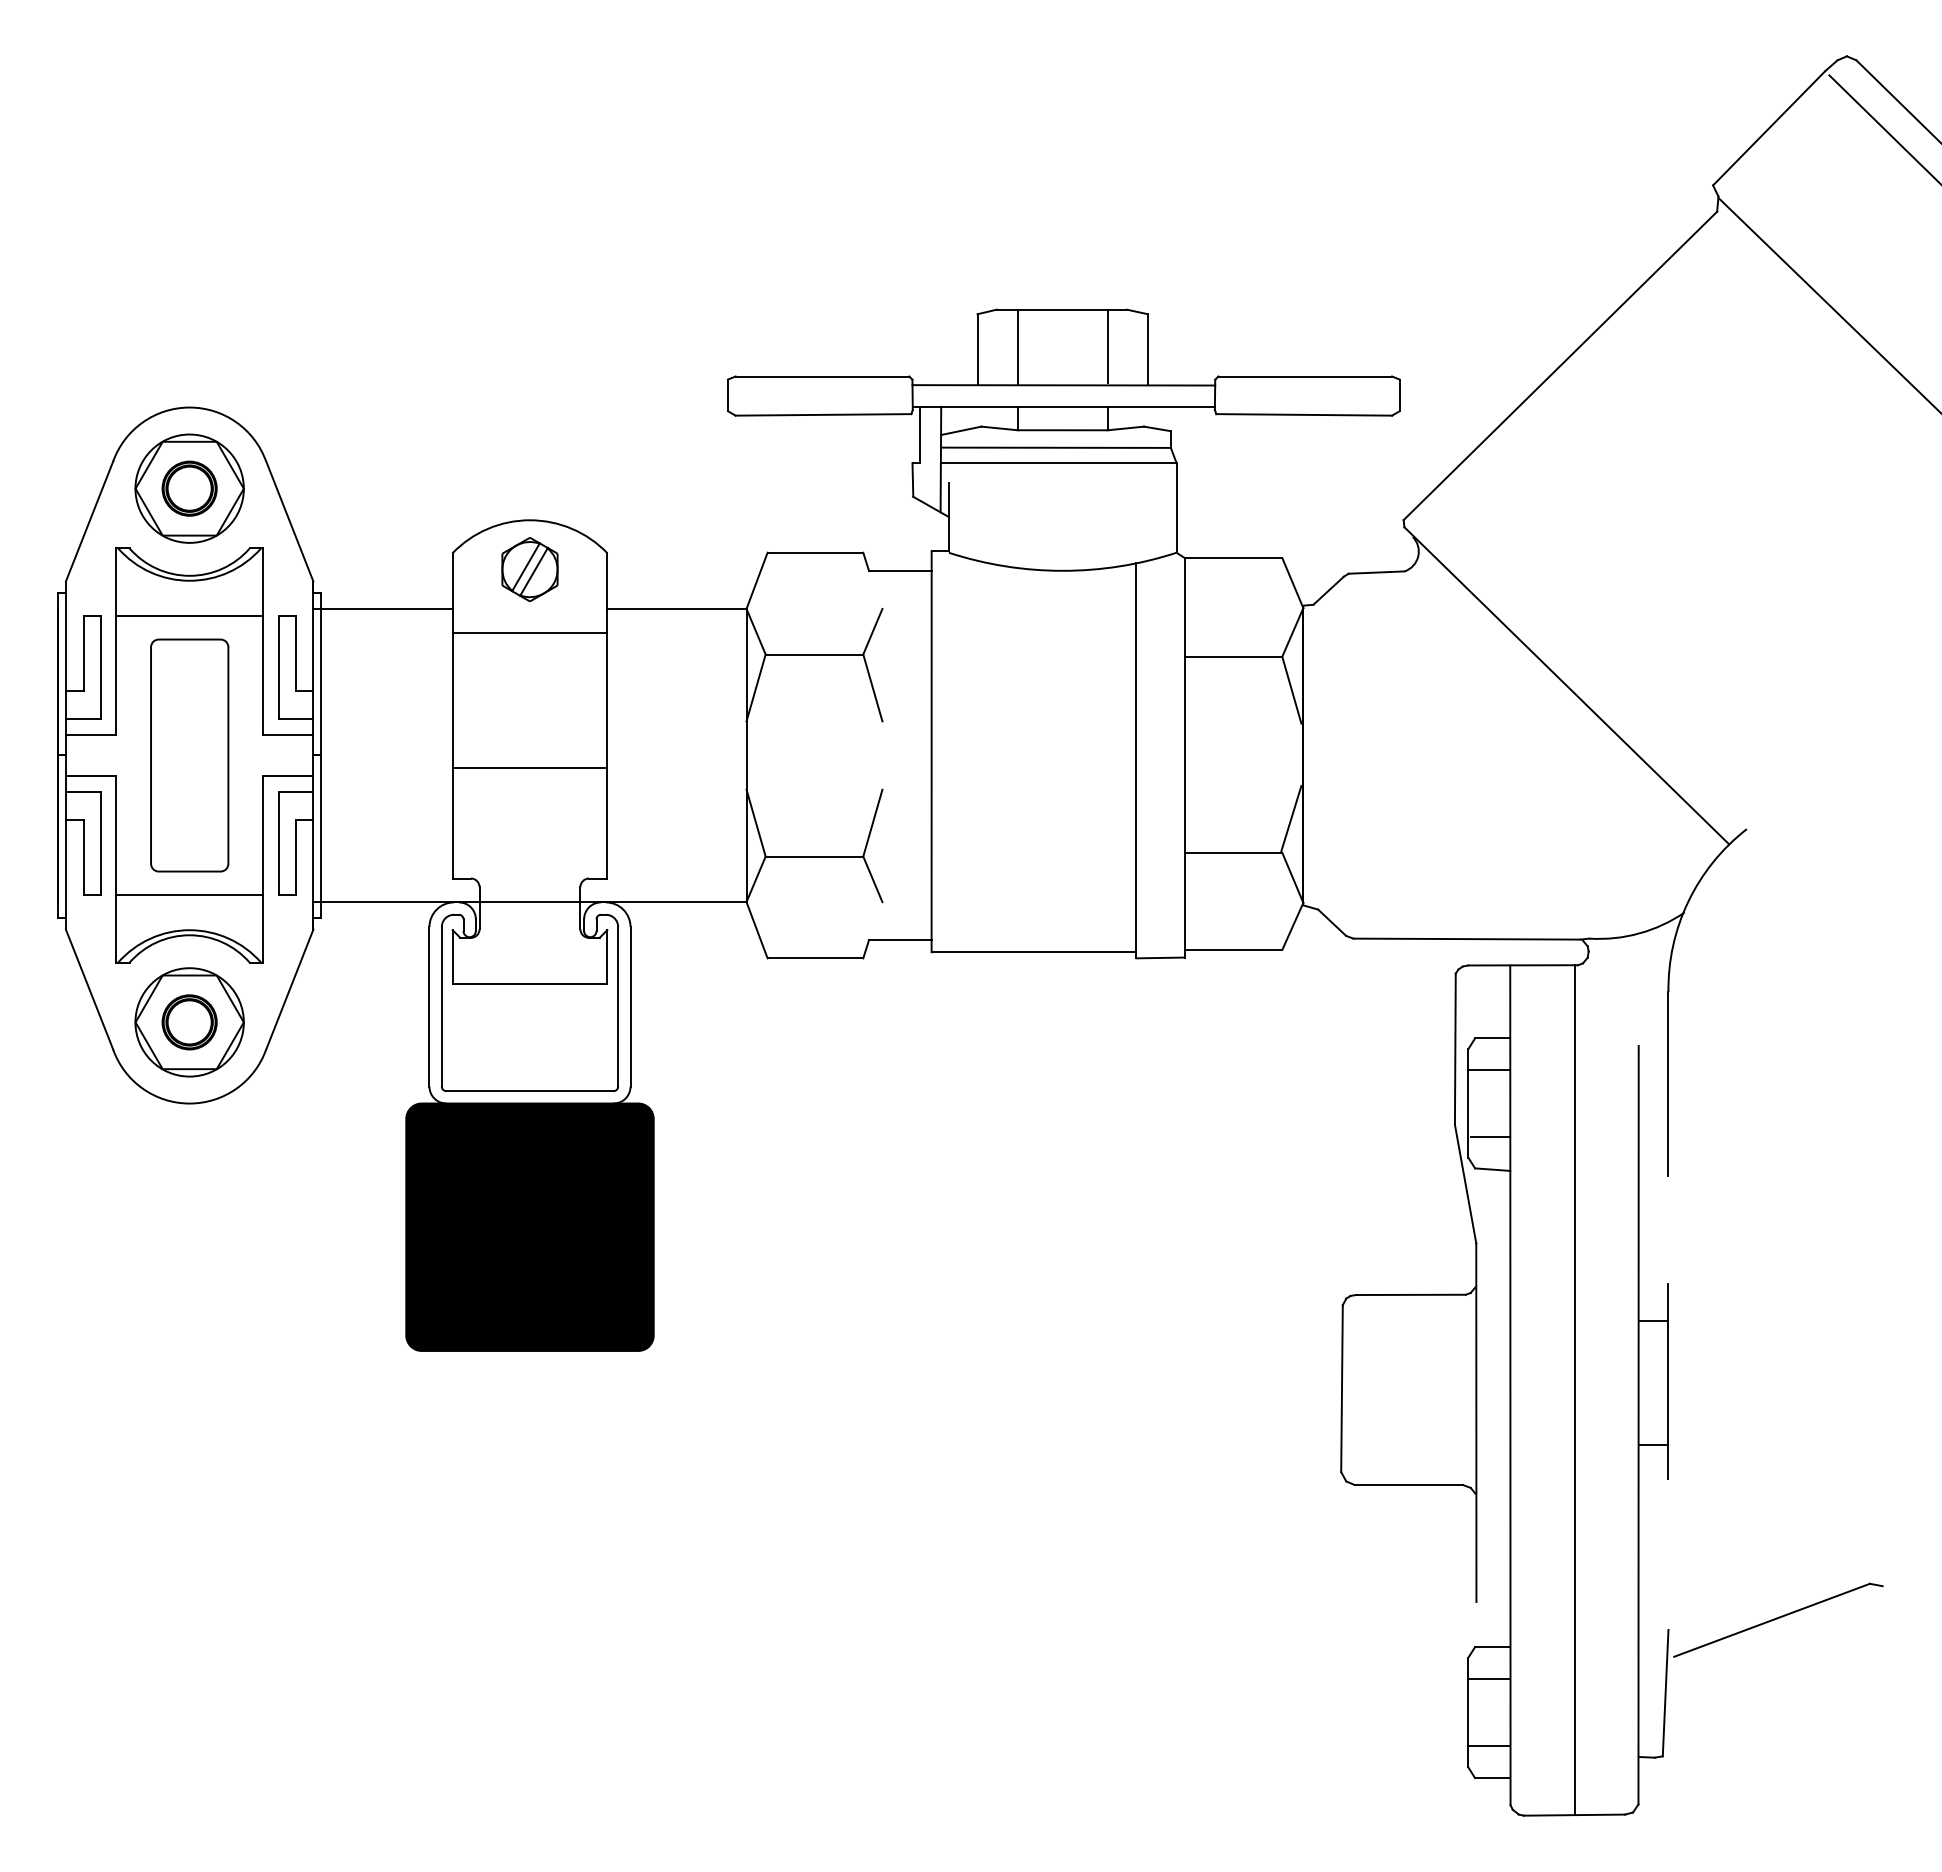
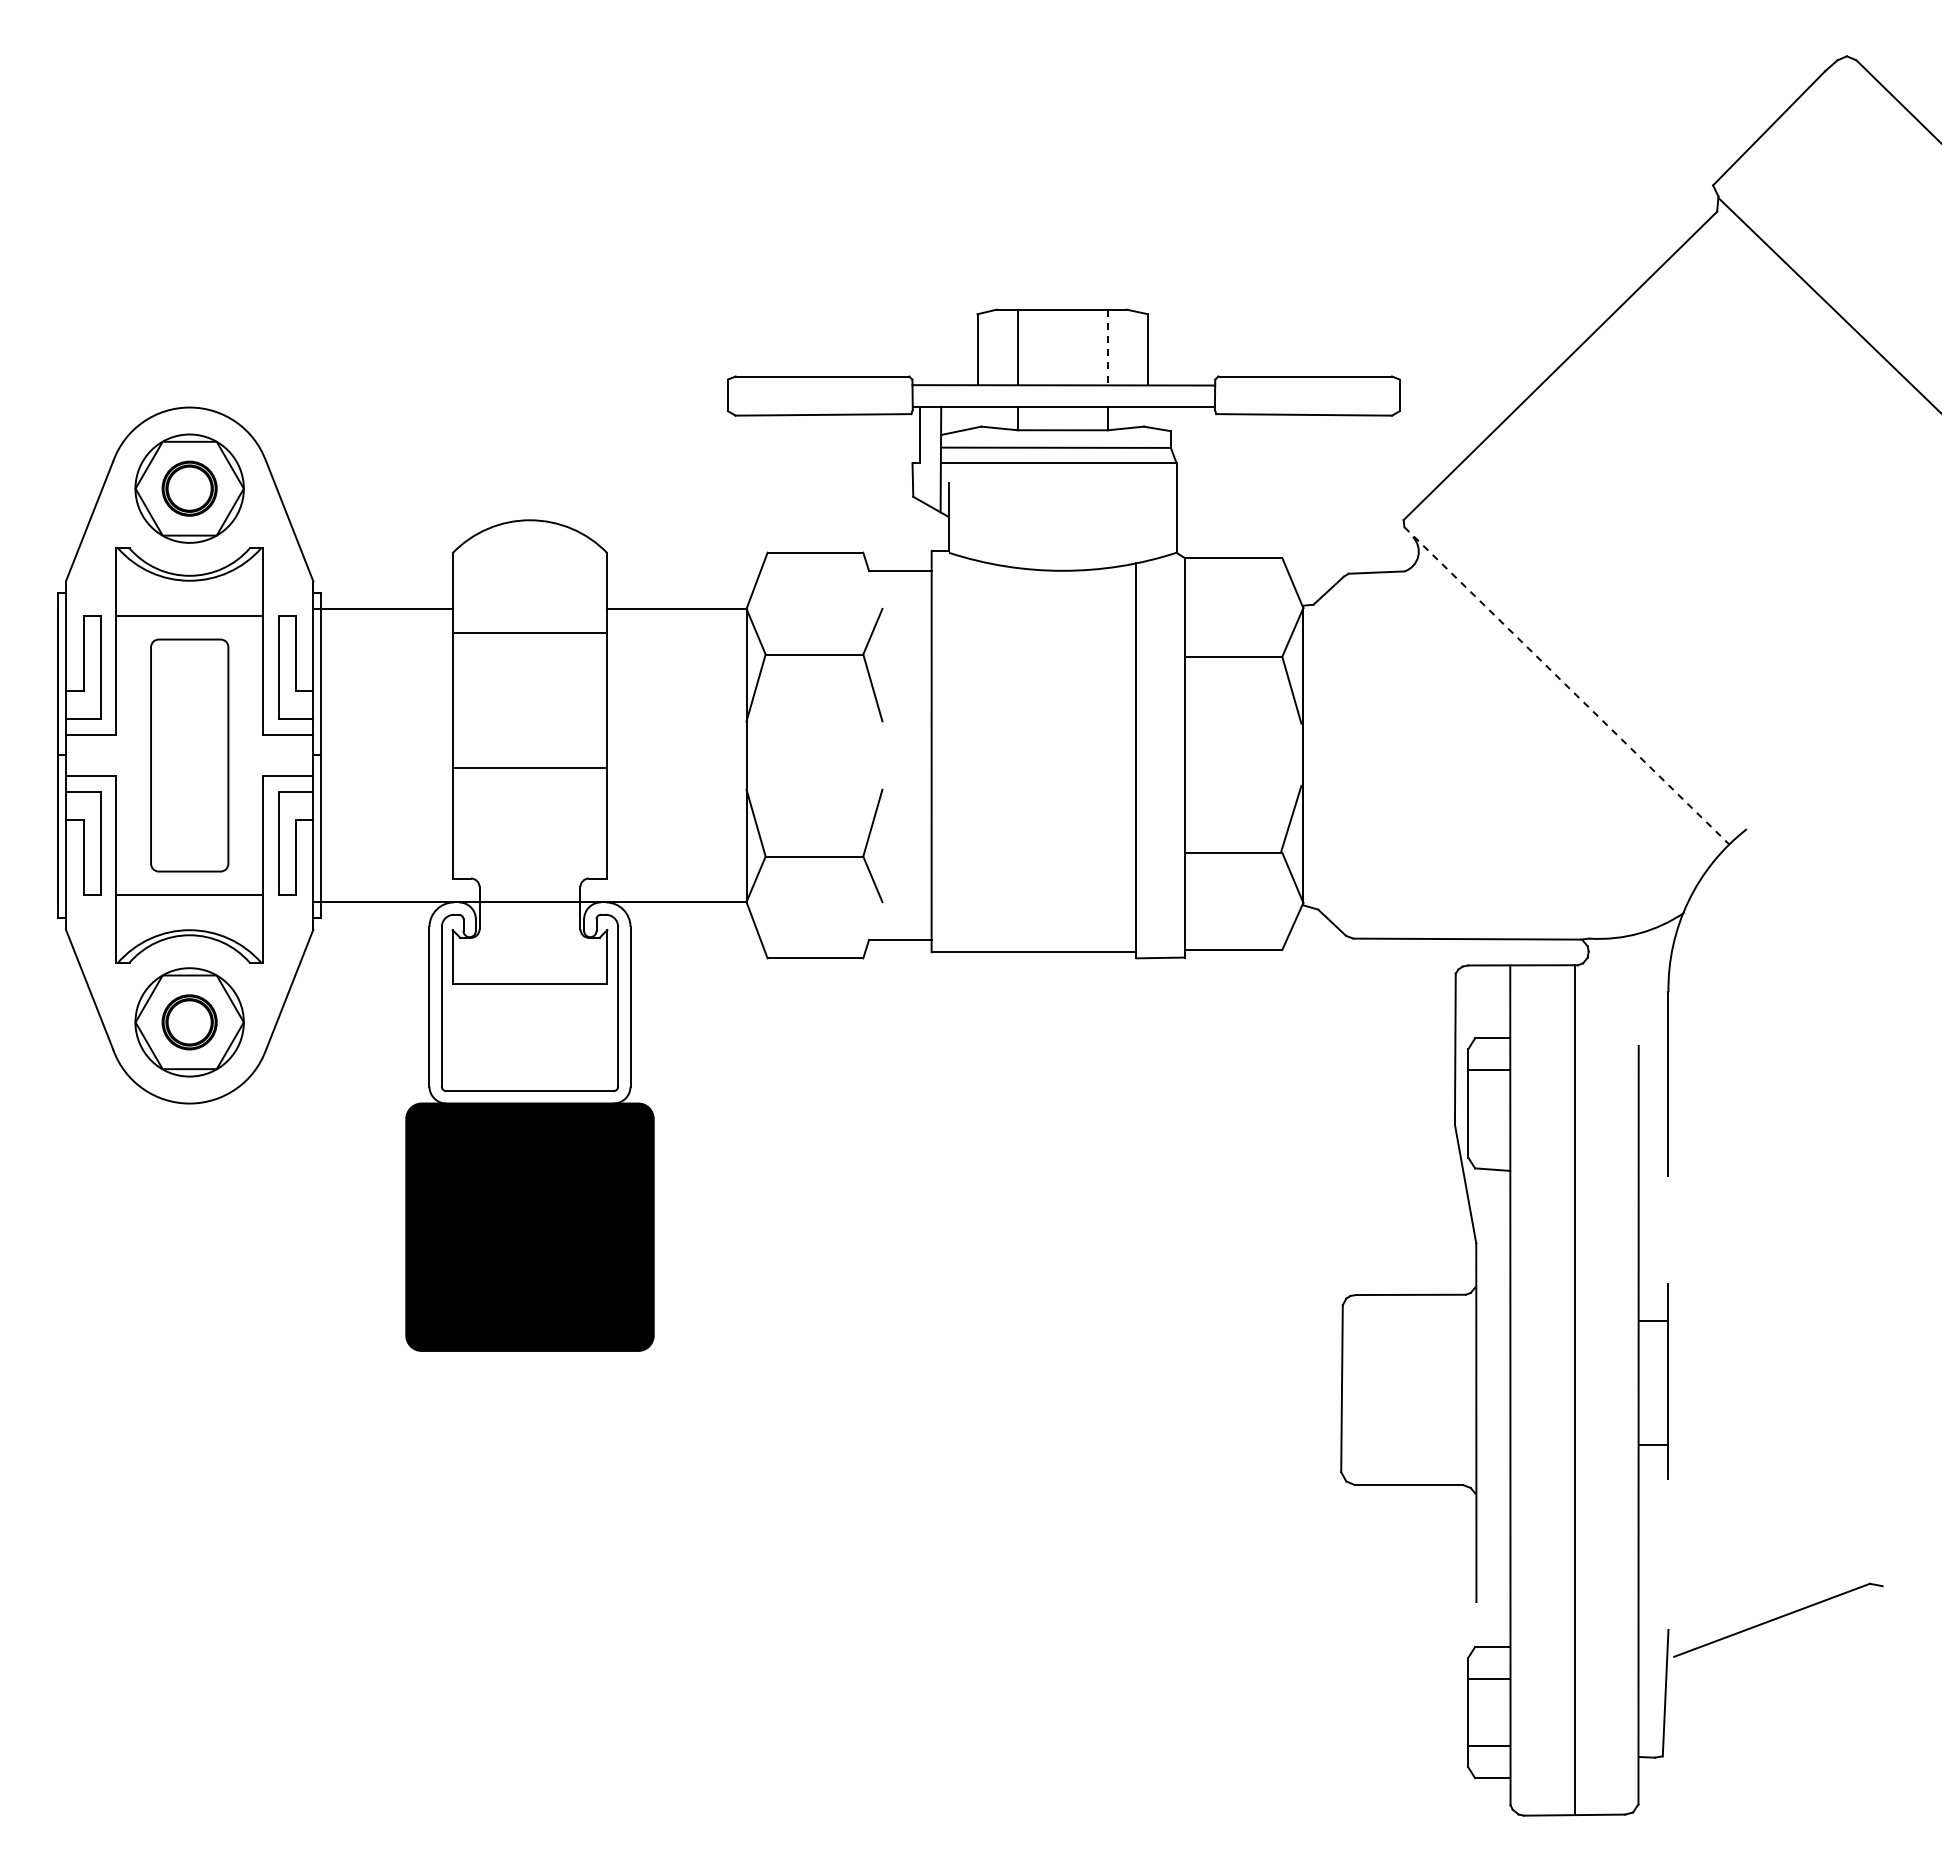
line at (1883, 128): present -> none
line at (1107, 346): solid -> dashed
part at (529, 569): present -> none
line at (1567, 686): solid -> dashed
line at (1490, 1137): present -> none
